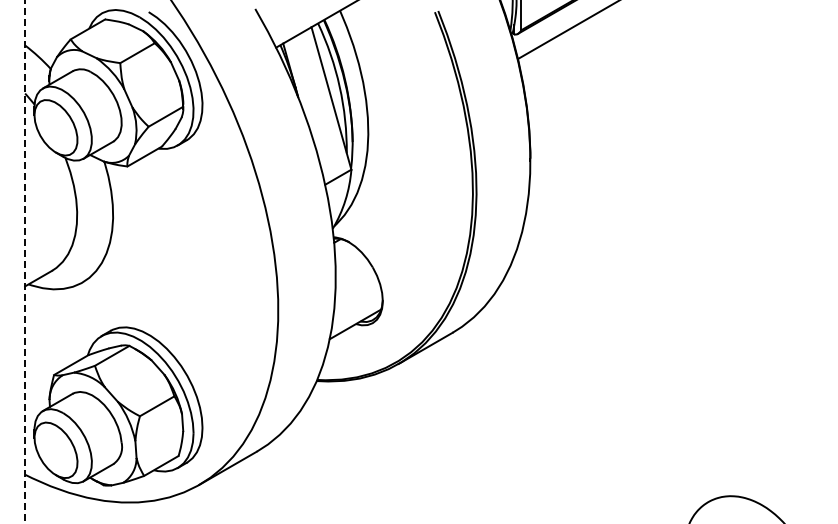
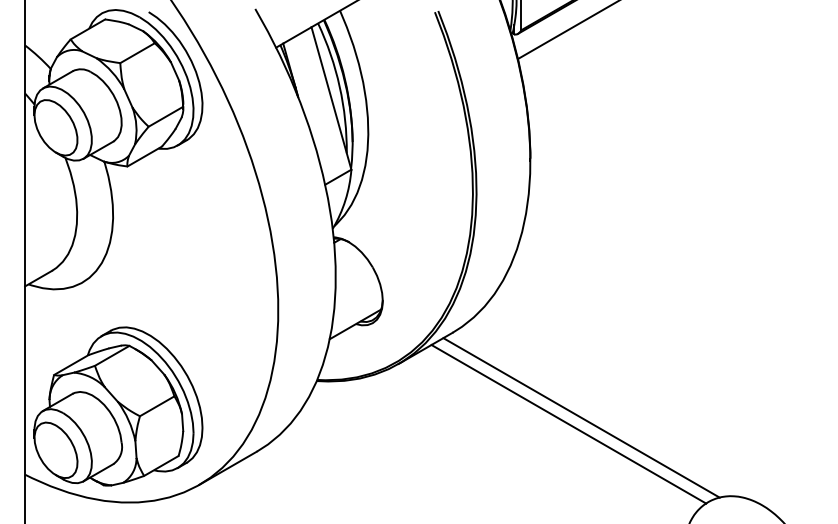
line at (25, 261): dashed -> solid
line at (581, 417): none -> present
line at (568, 424): none -> present
